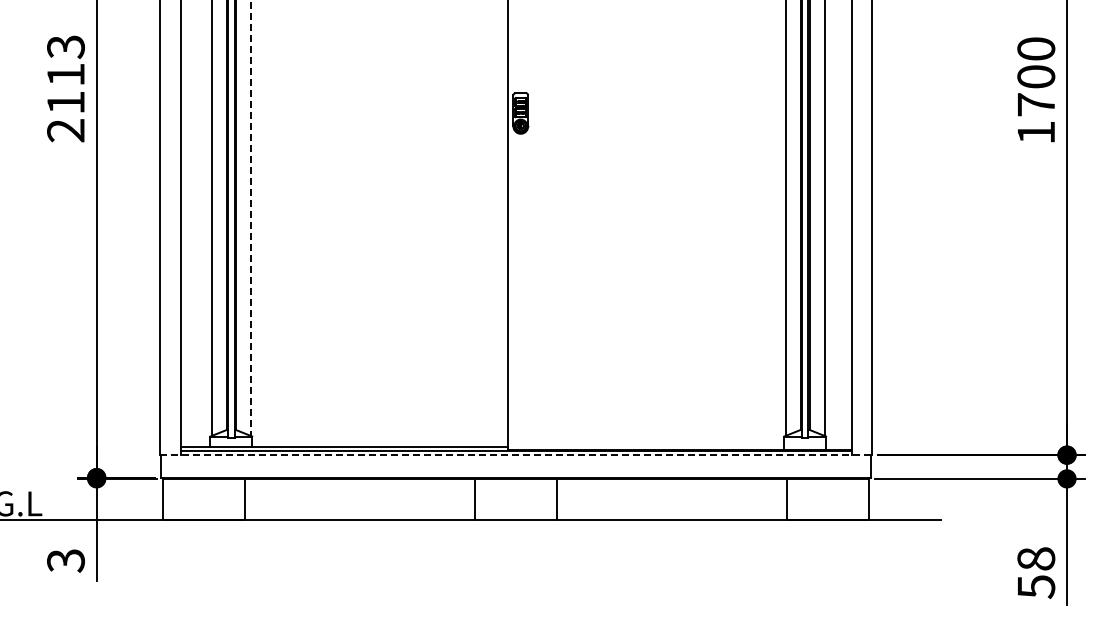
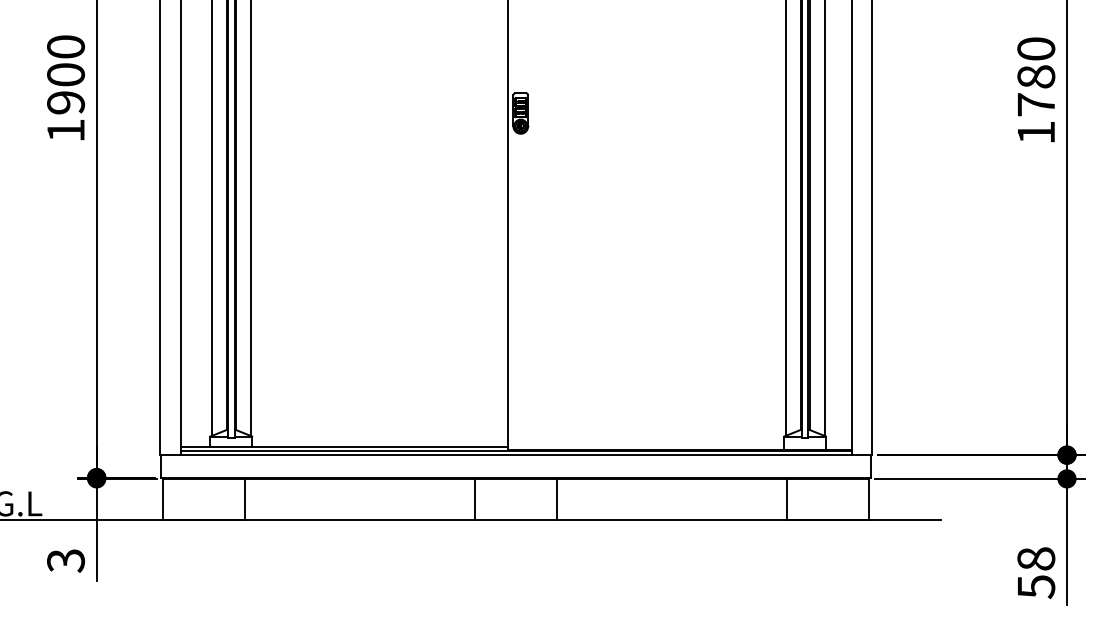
text at (1036, 76): 1700 -> 1780
text at (65, 88): 2113 -> 1900
line at (251, 218): dashed -> solid
line at (516, 455): dashed -> solid
